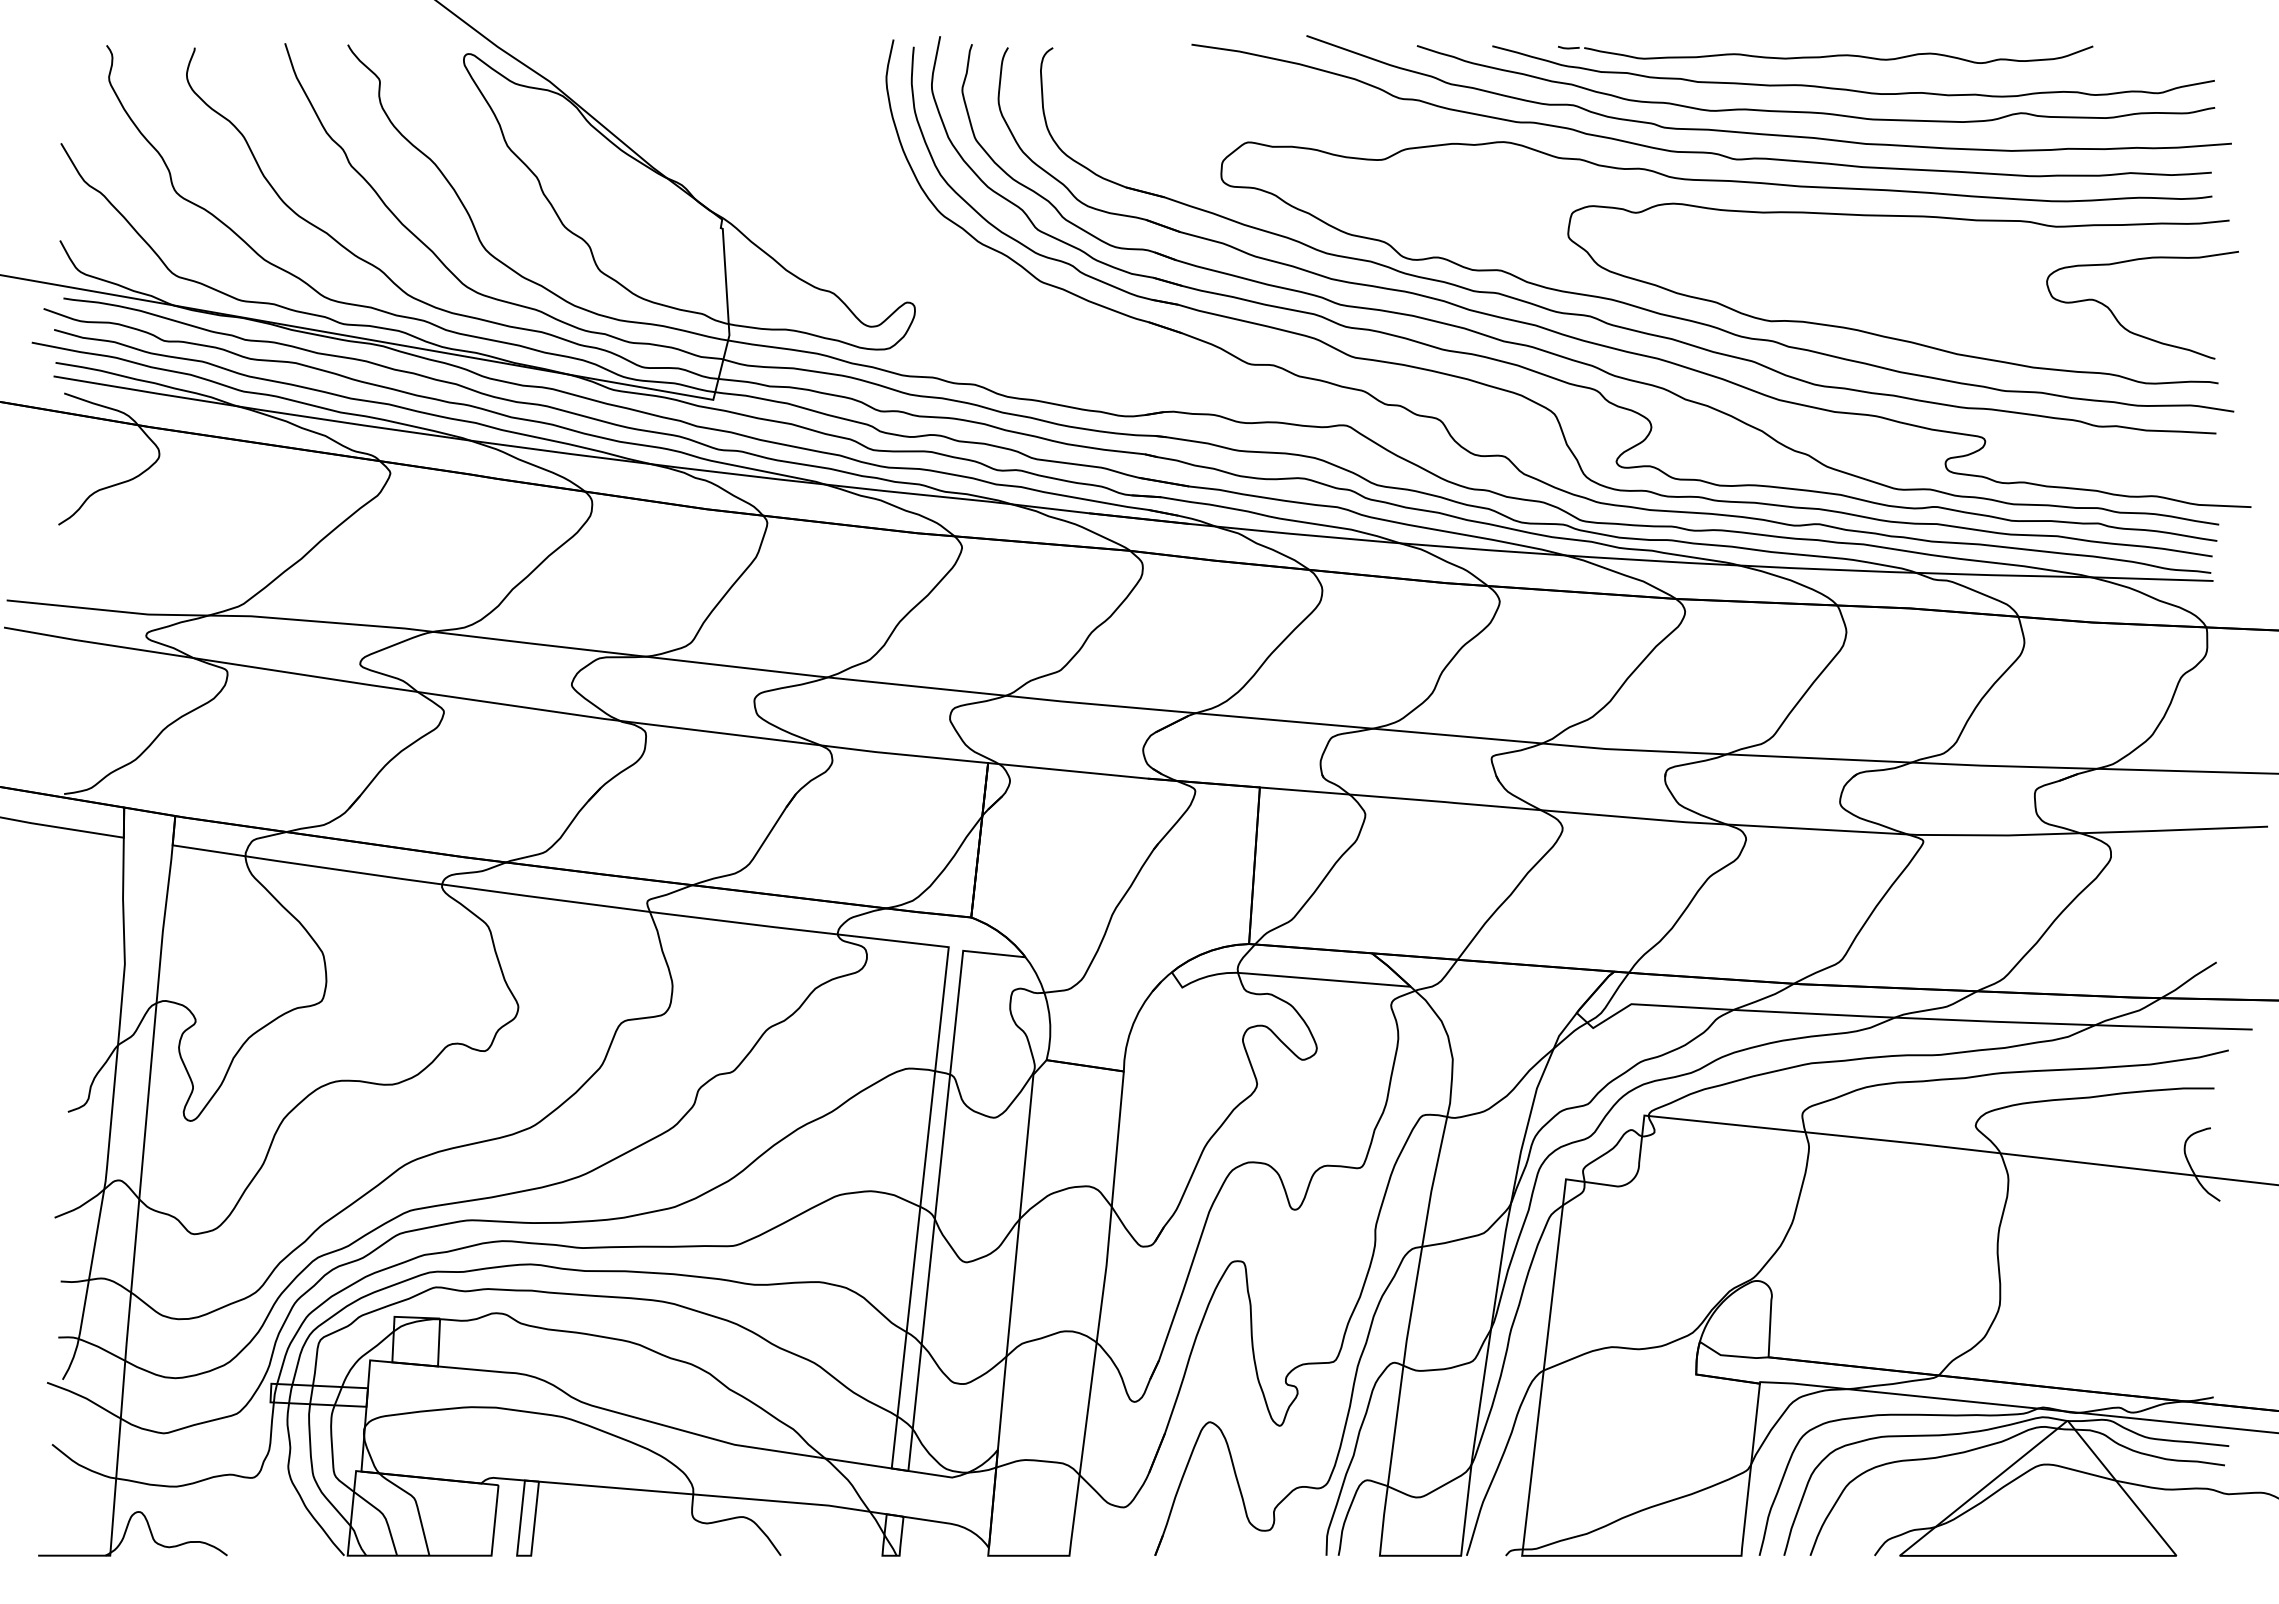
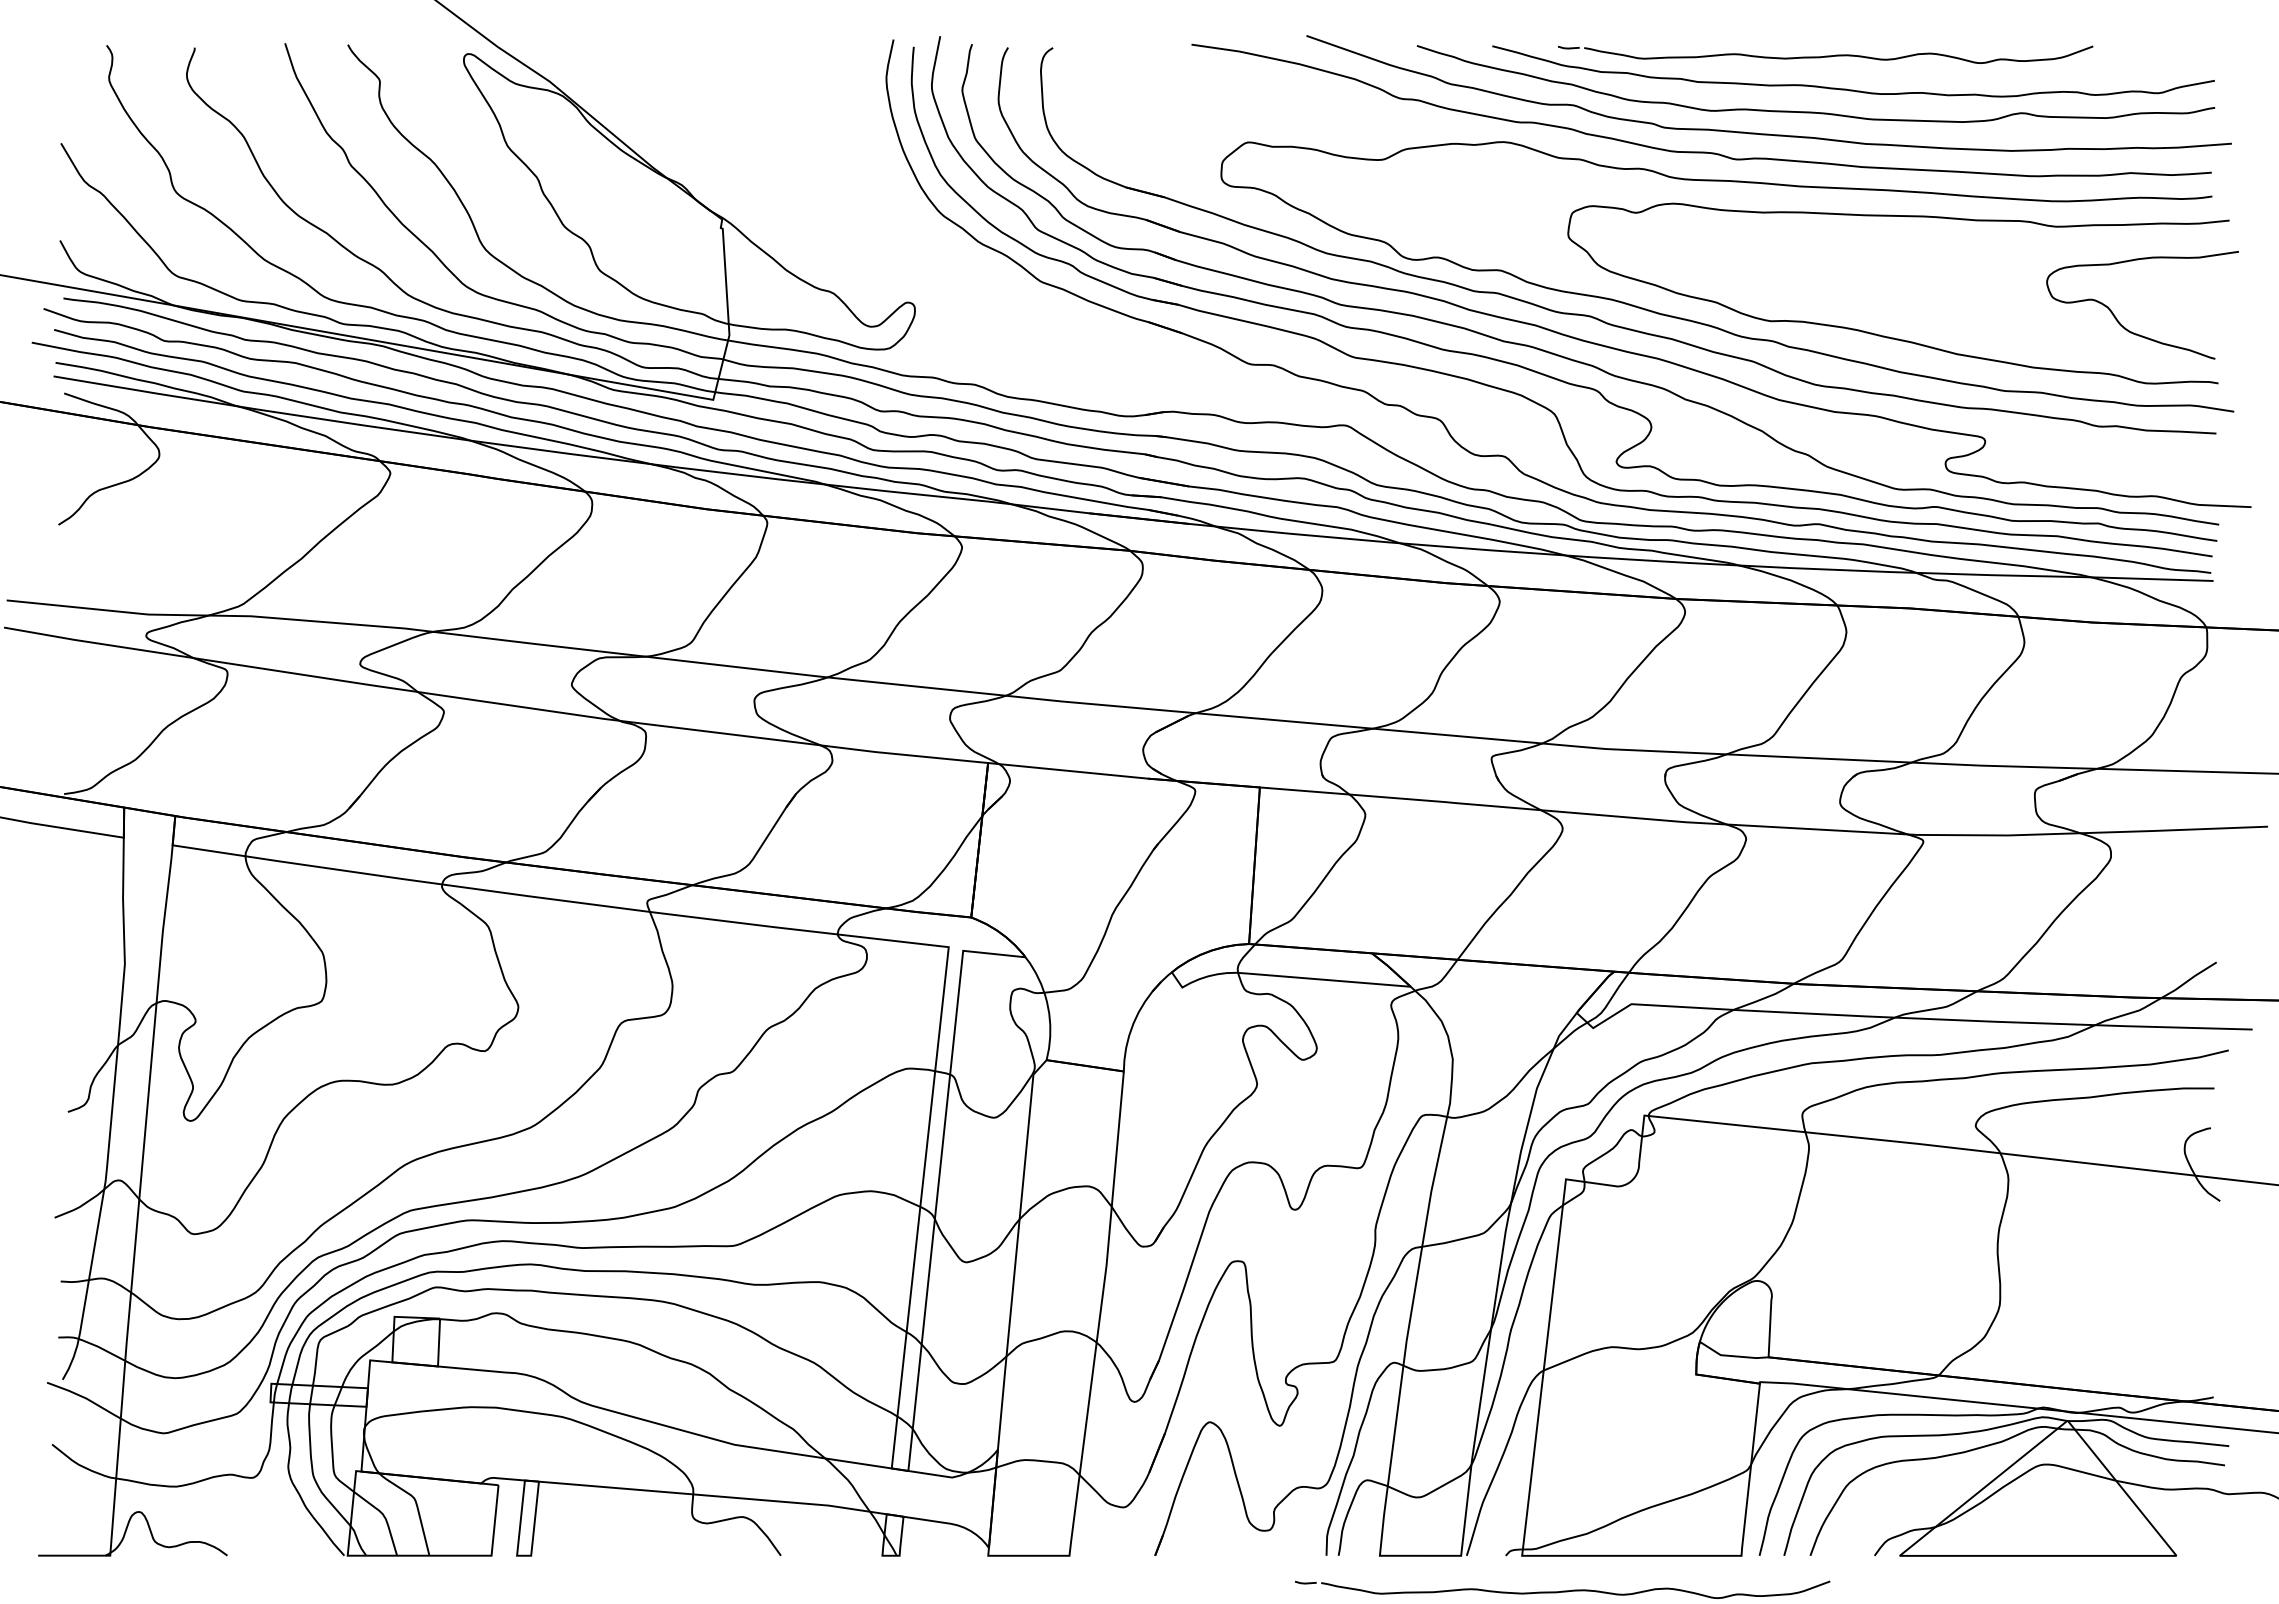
part at (1562, 1589): none -> present
